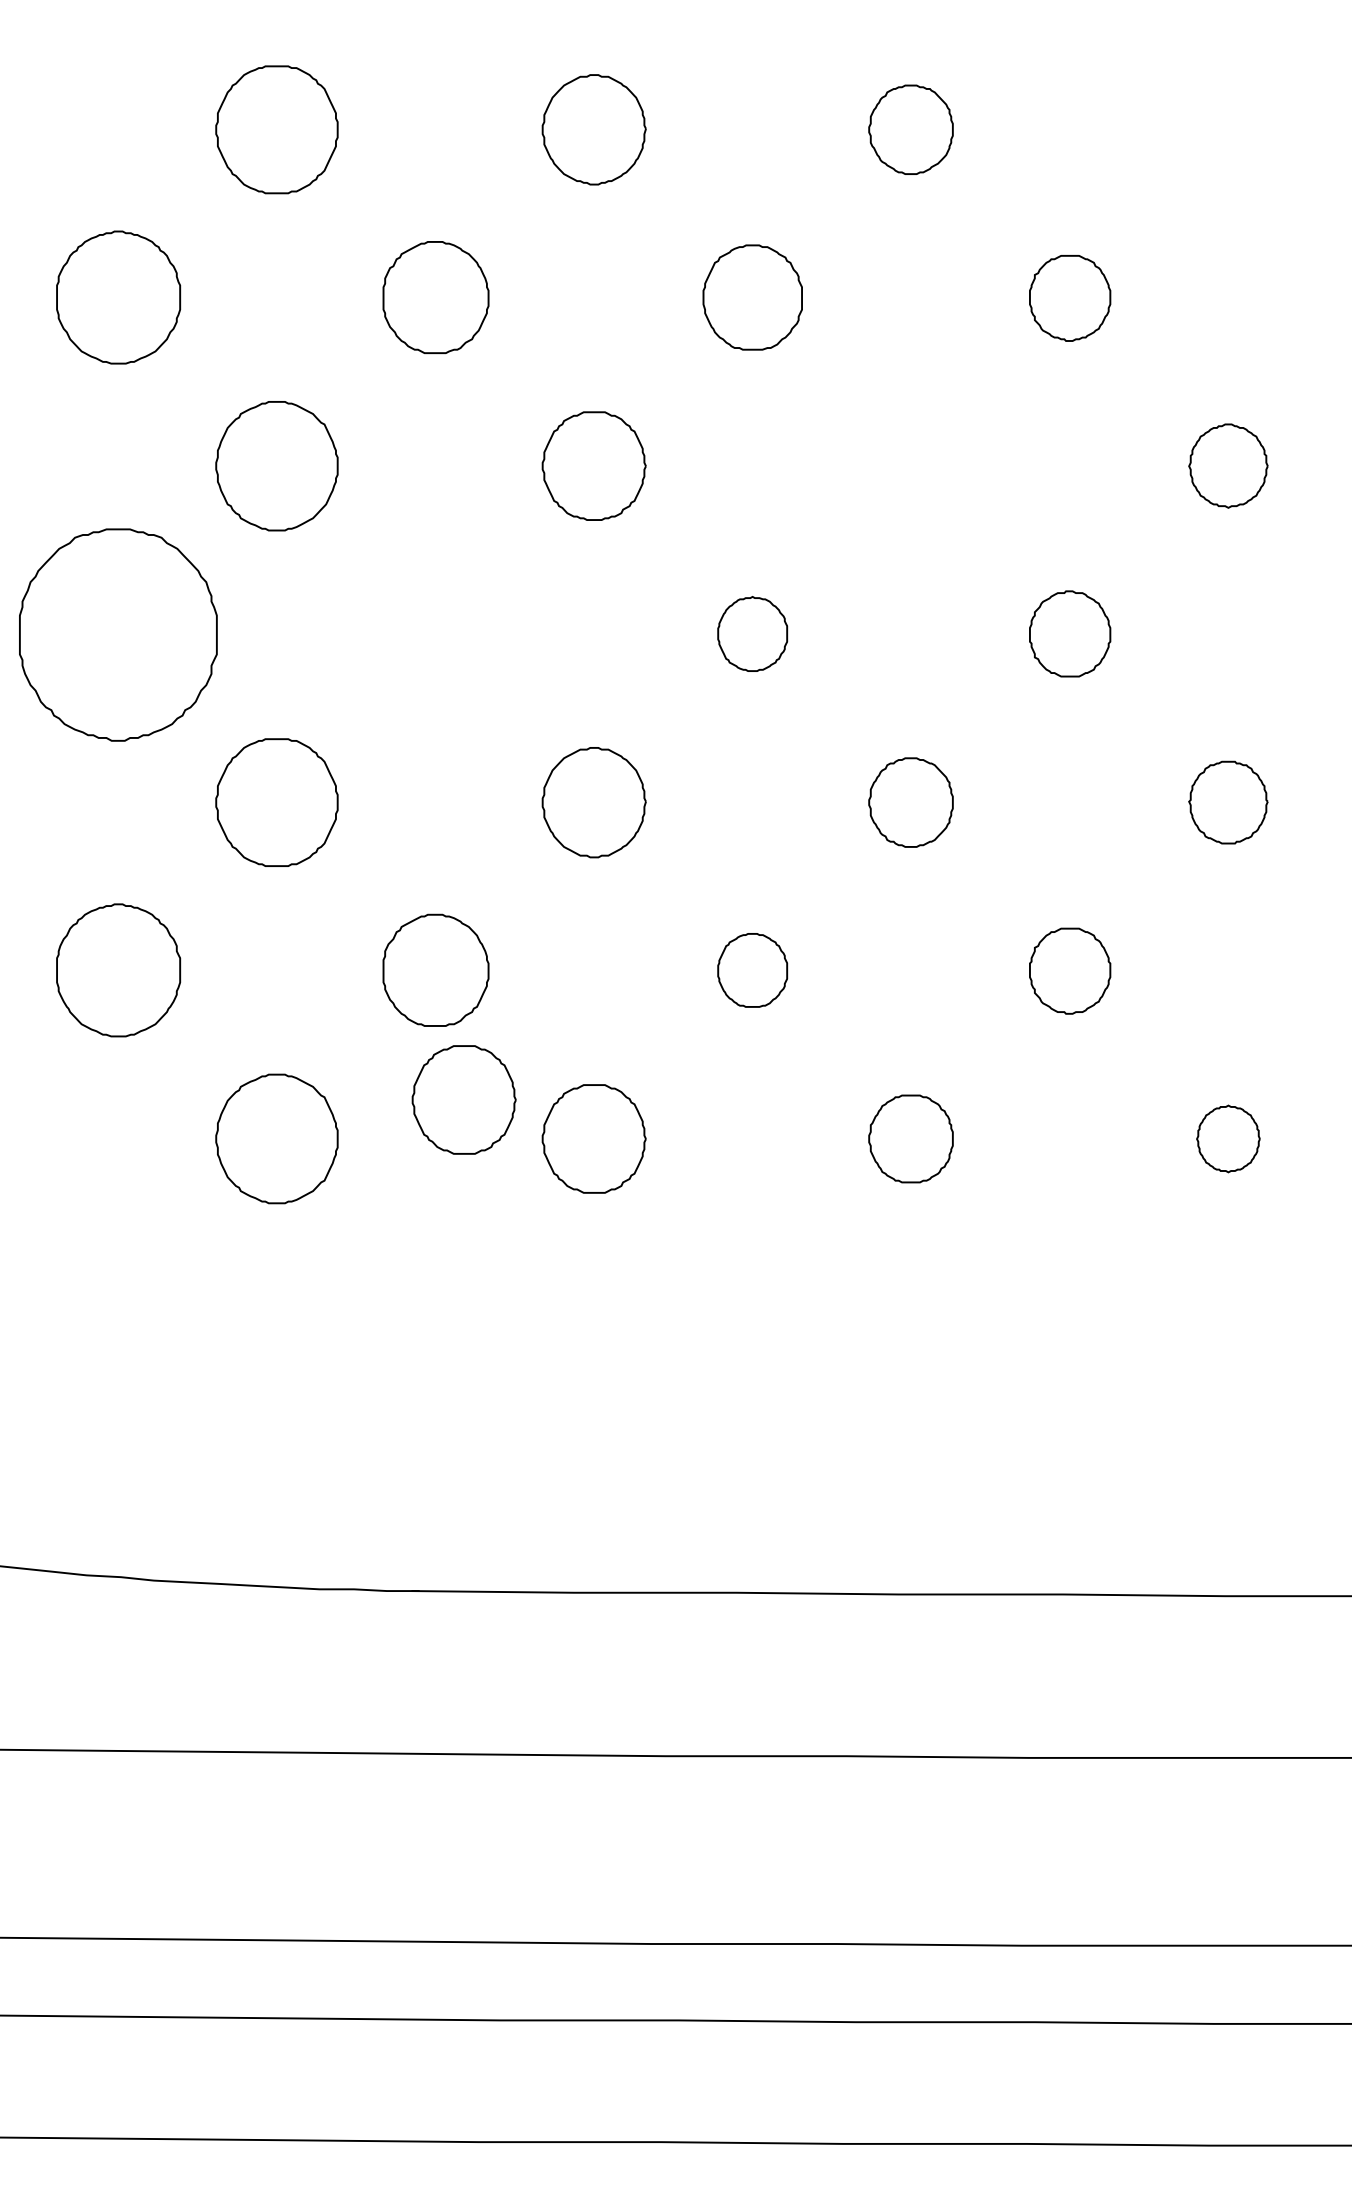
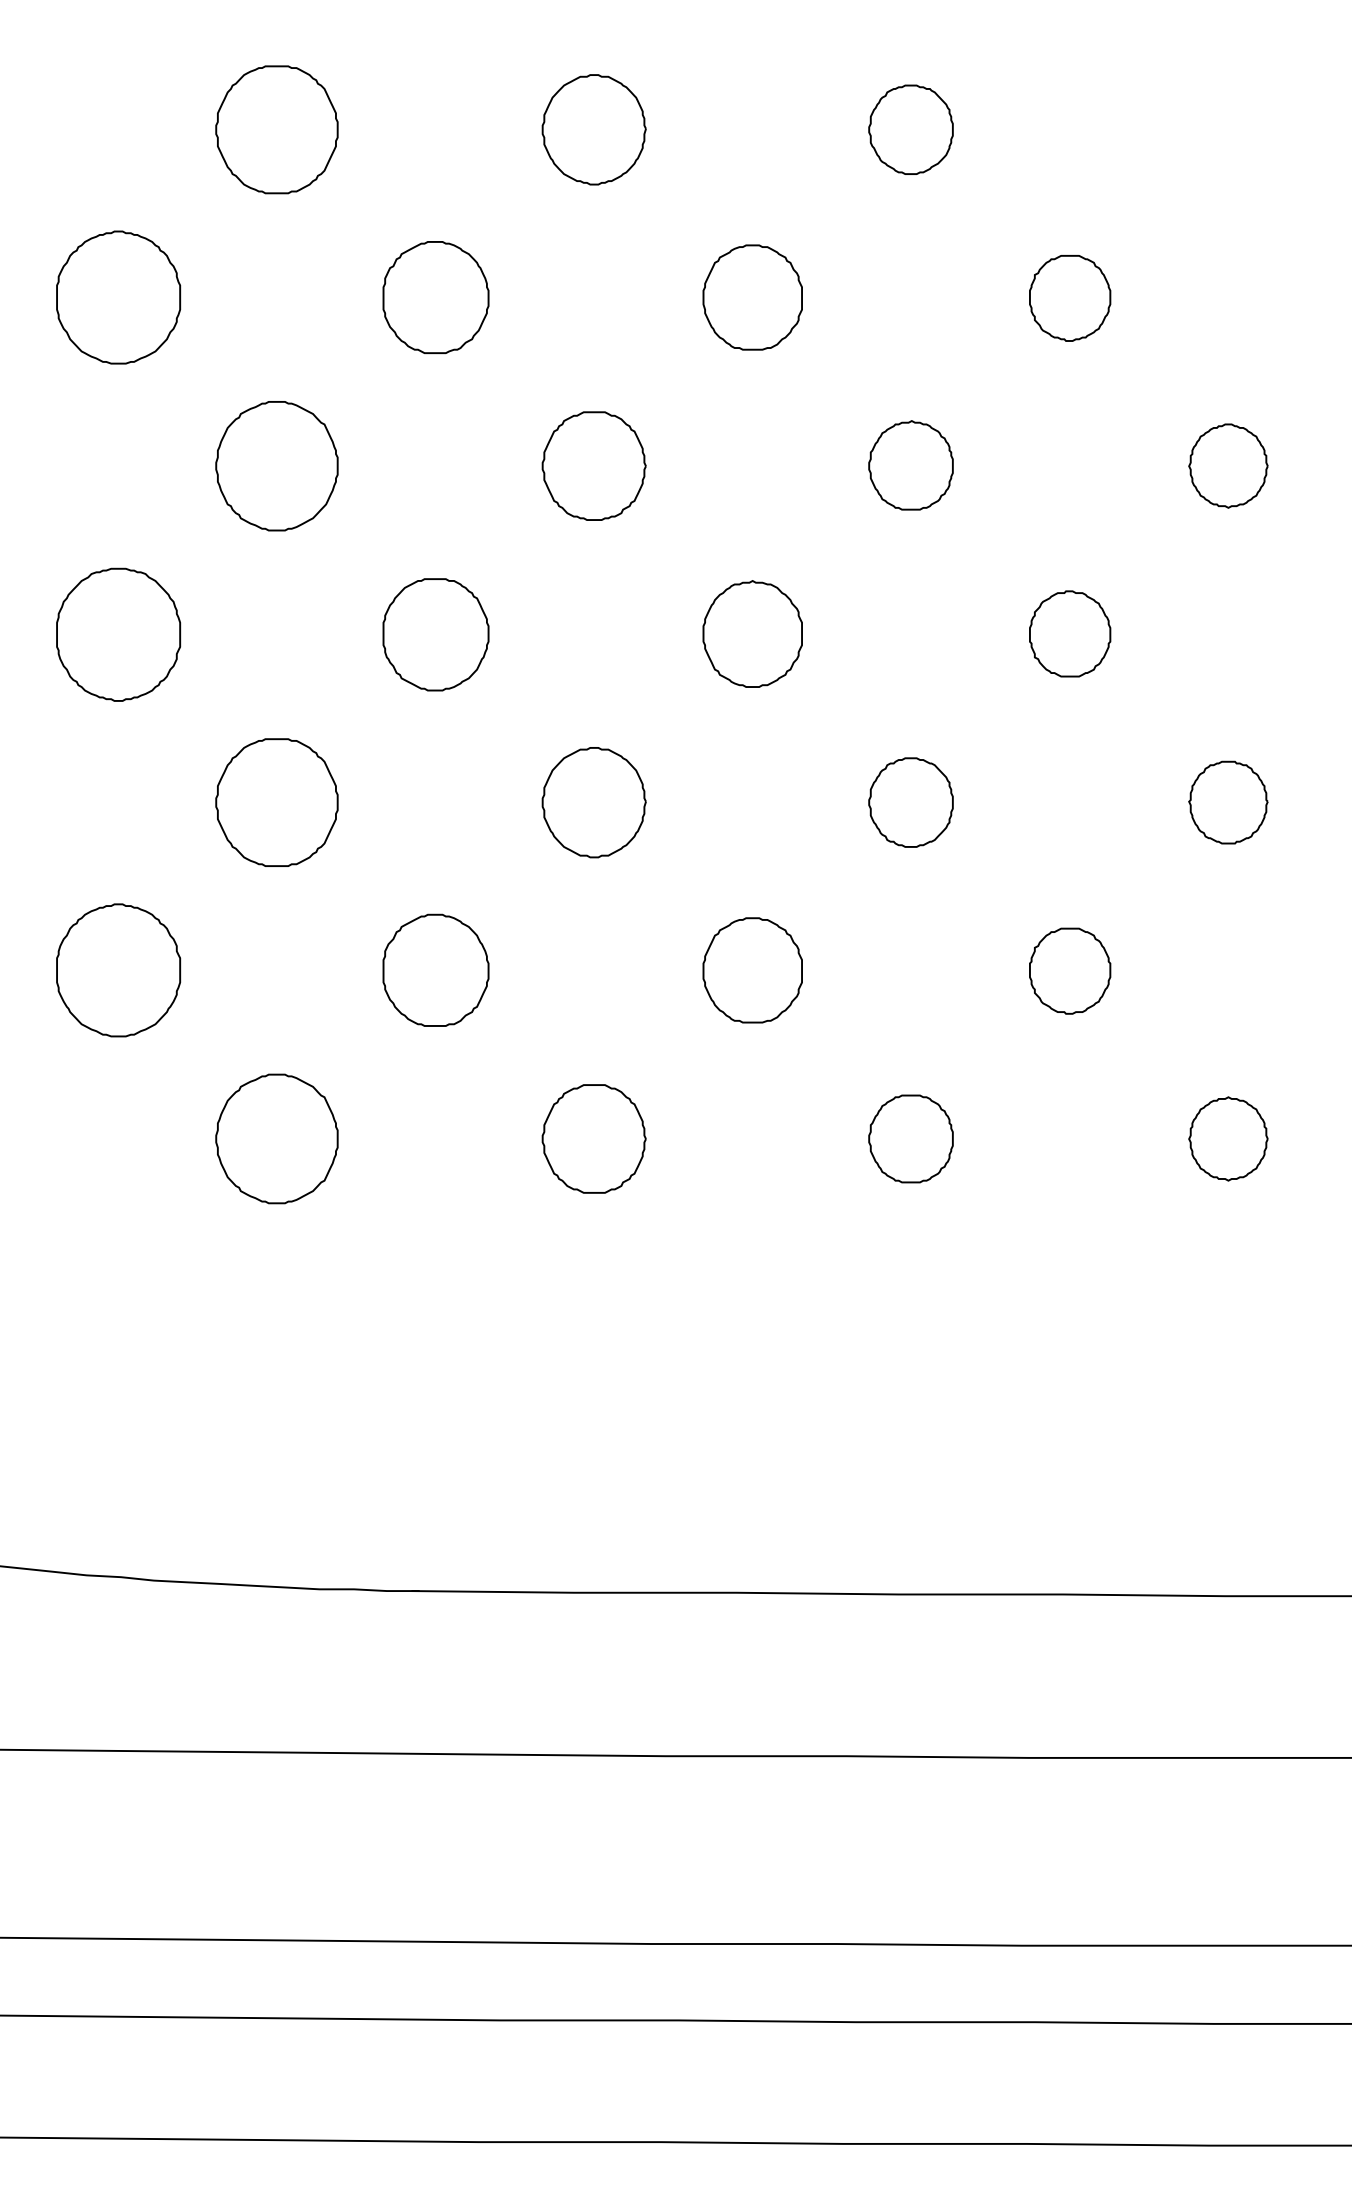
part at (910, 465): none -> present
part at (752, 633) size: 72x76 px -> 101x108 px
part at (118, 634) size: 199x214 px -> 126x135 px
part at (435, 634): none -> present
part at (752, 970) size: 72x75 px -> 101x107 px
part at (463, 1099): present -> none
part at (1228, 1138) size: 65x70 px -> 81x86 px
